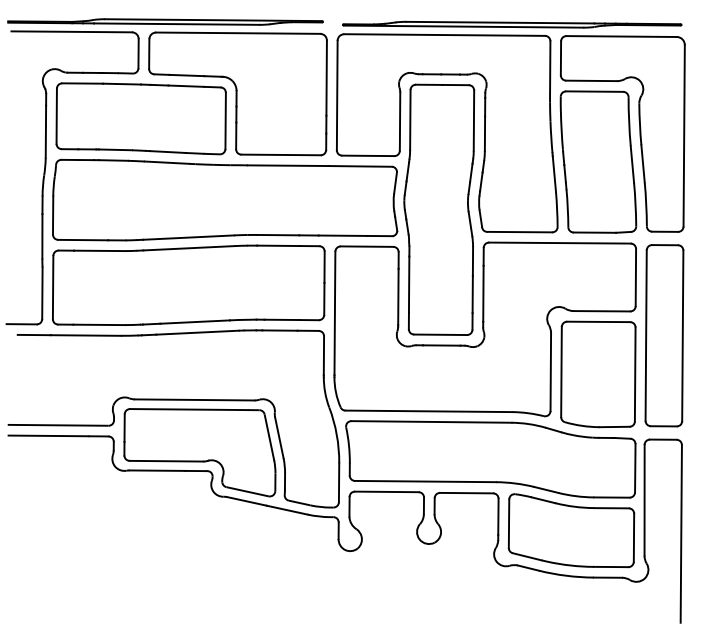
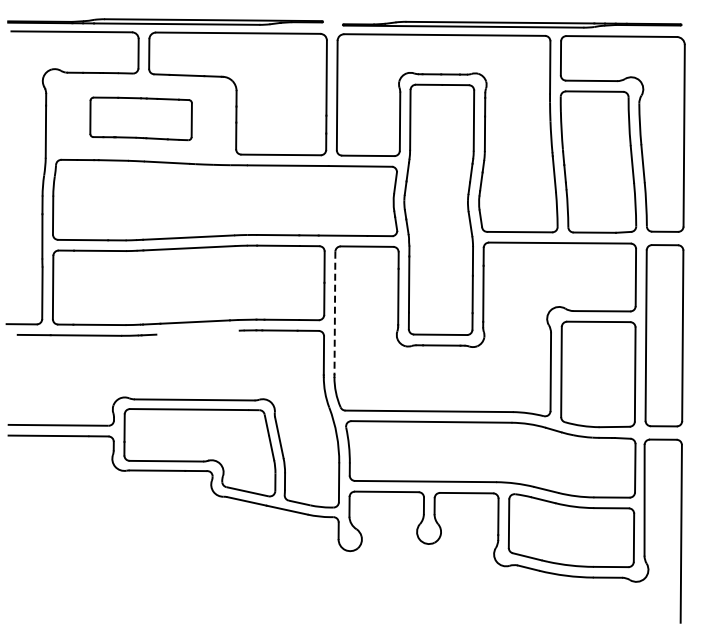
part at (140, 118) size: 172x74 px -> 104x46 px
line at (334, 313): solid -> dashed
line at (197, 332): present -> none
